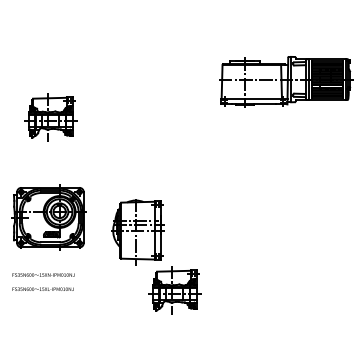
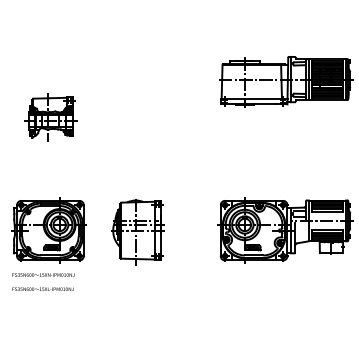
part at (48, 217) position: (48, 217) -> (48, 230)
part at (285, 230): none -> present
part at (174, 290): present -> none
